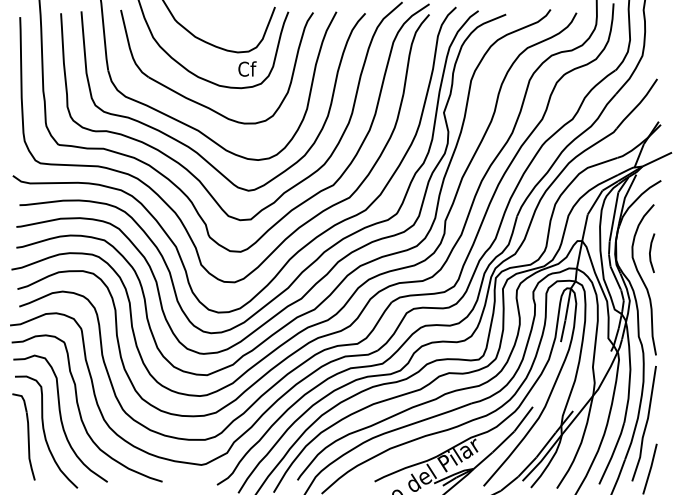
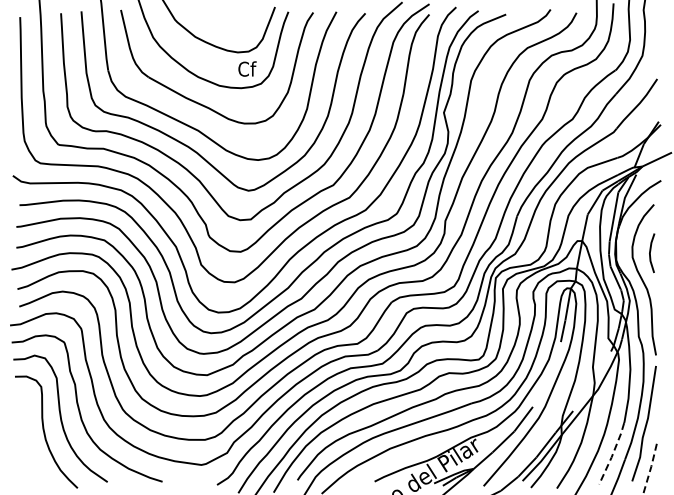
part at (23, 436): present -> none
line at (612, 454): solid -> dashed
line at (650, 469): solid -> dashed
